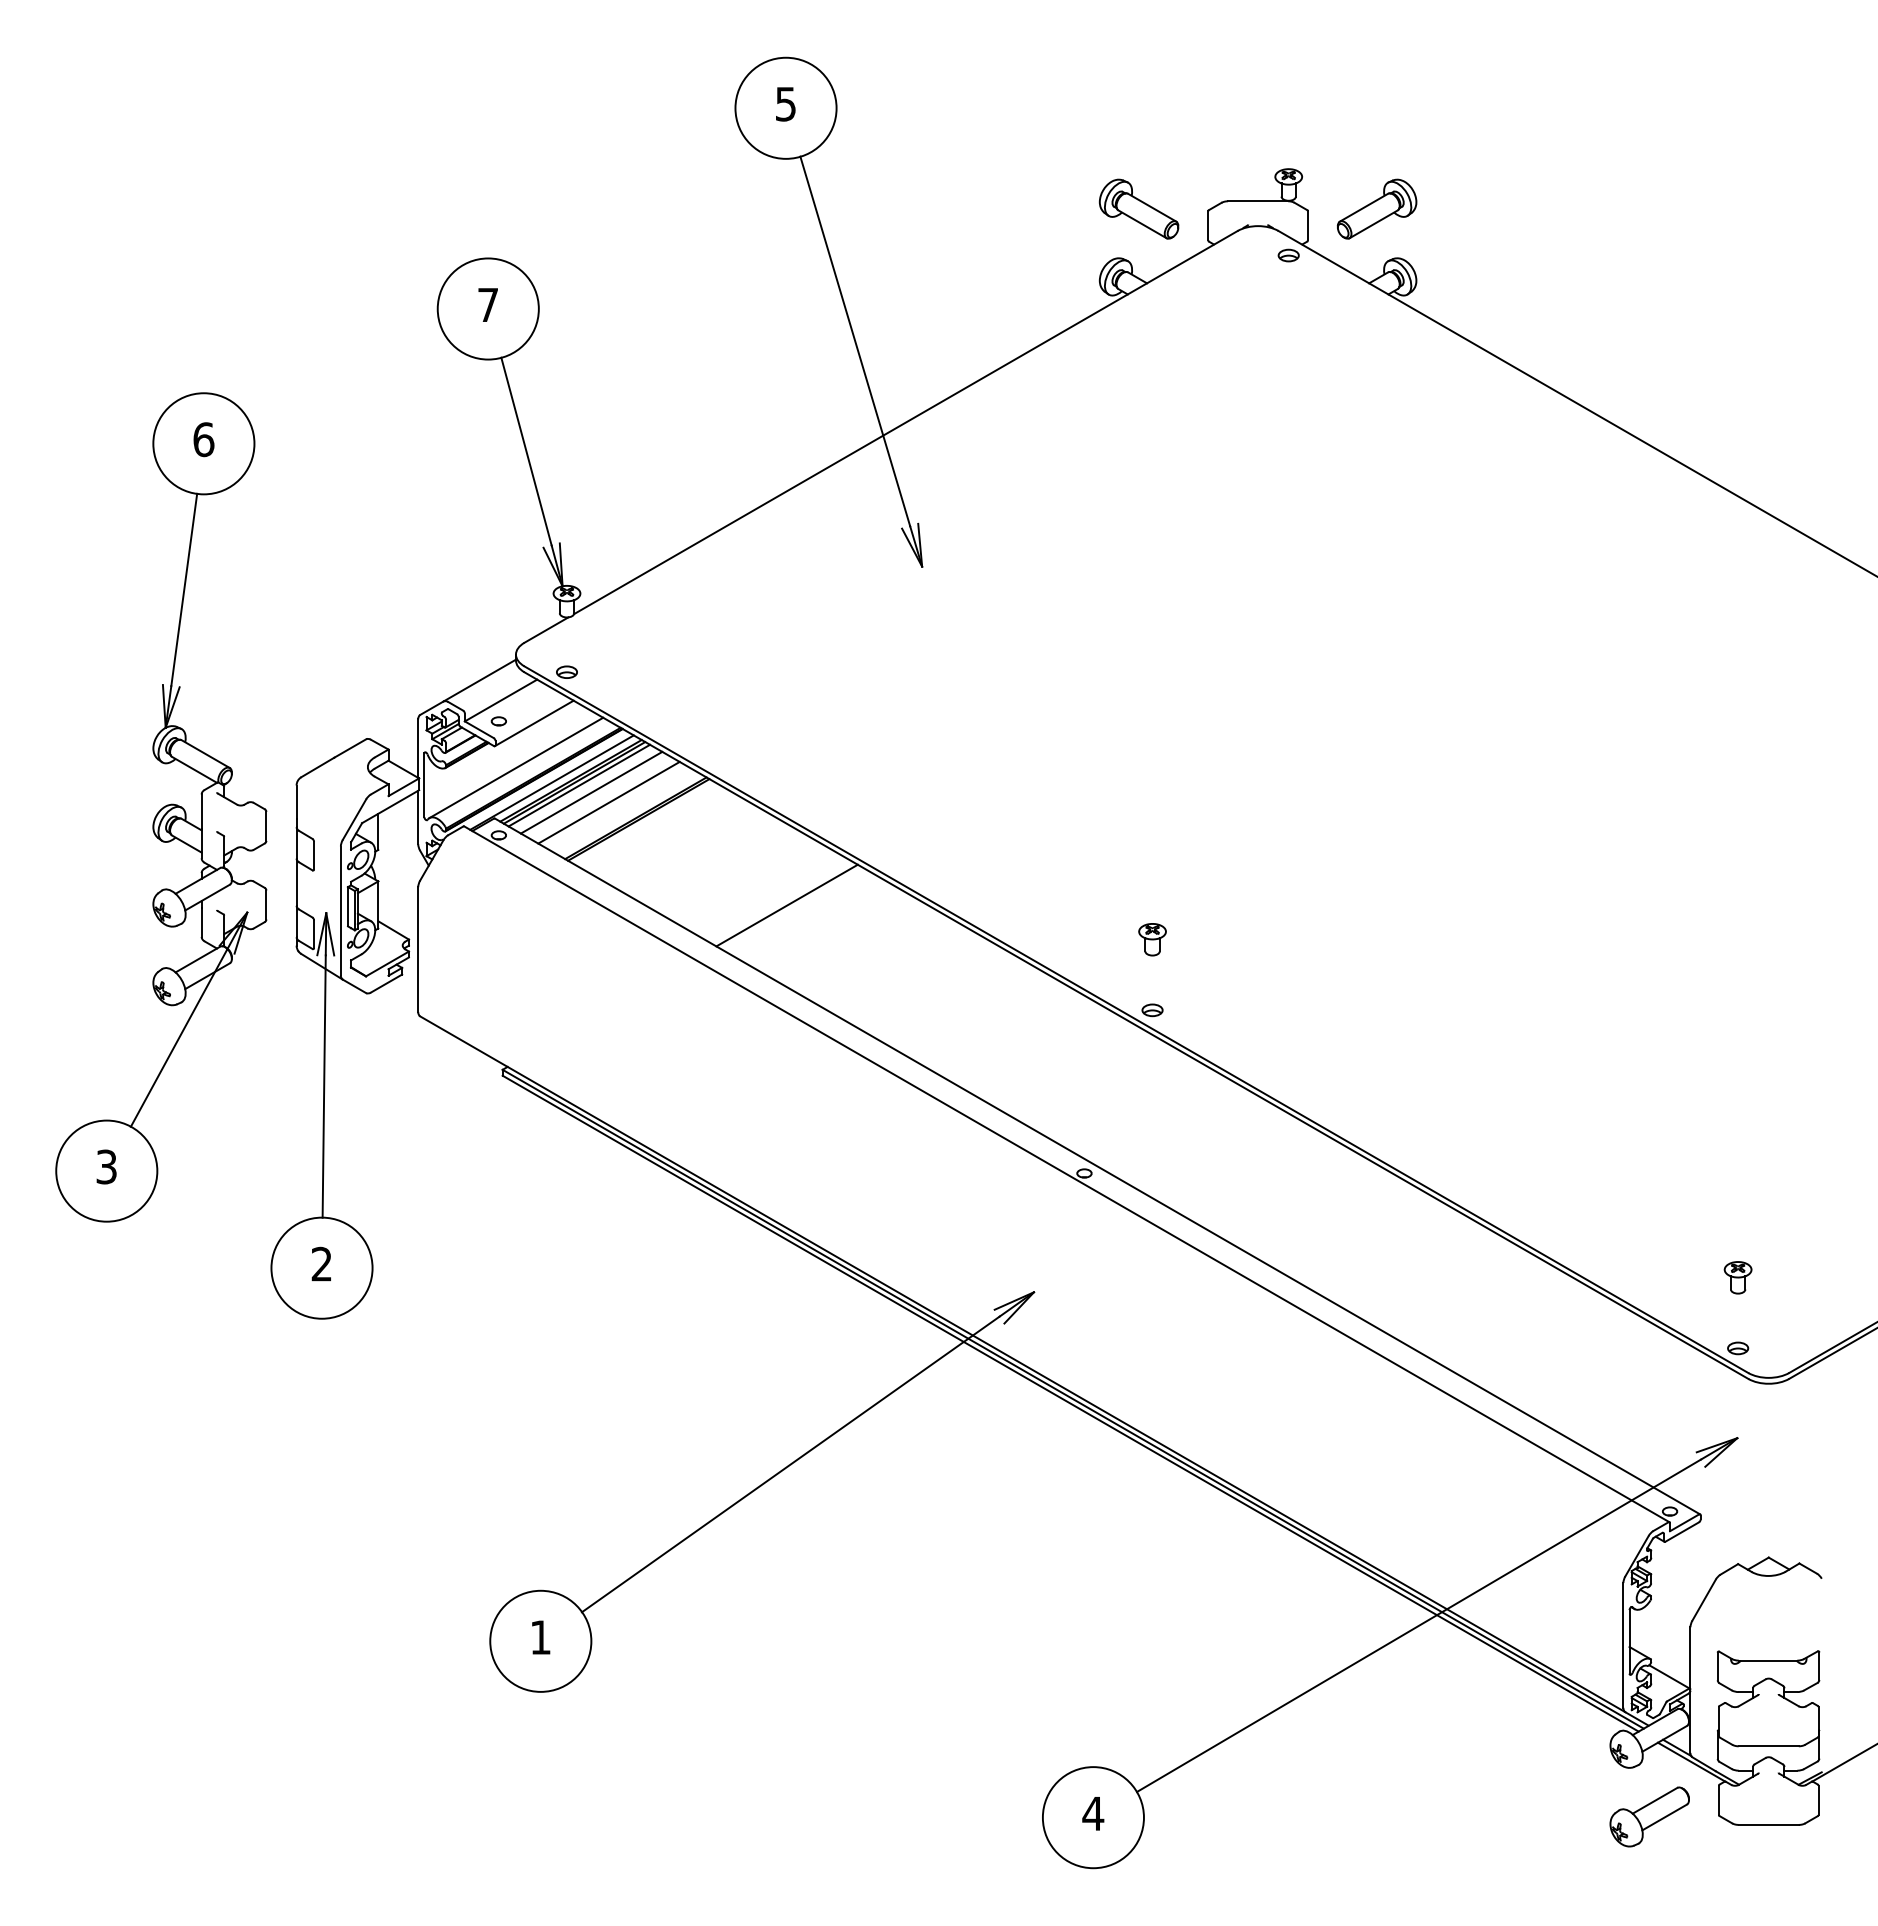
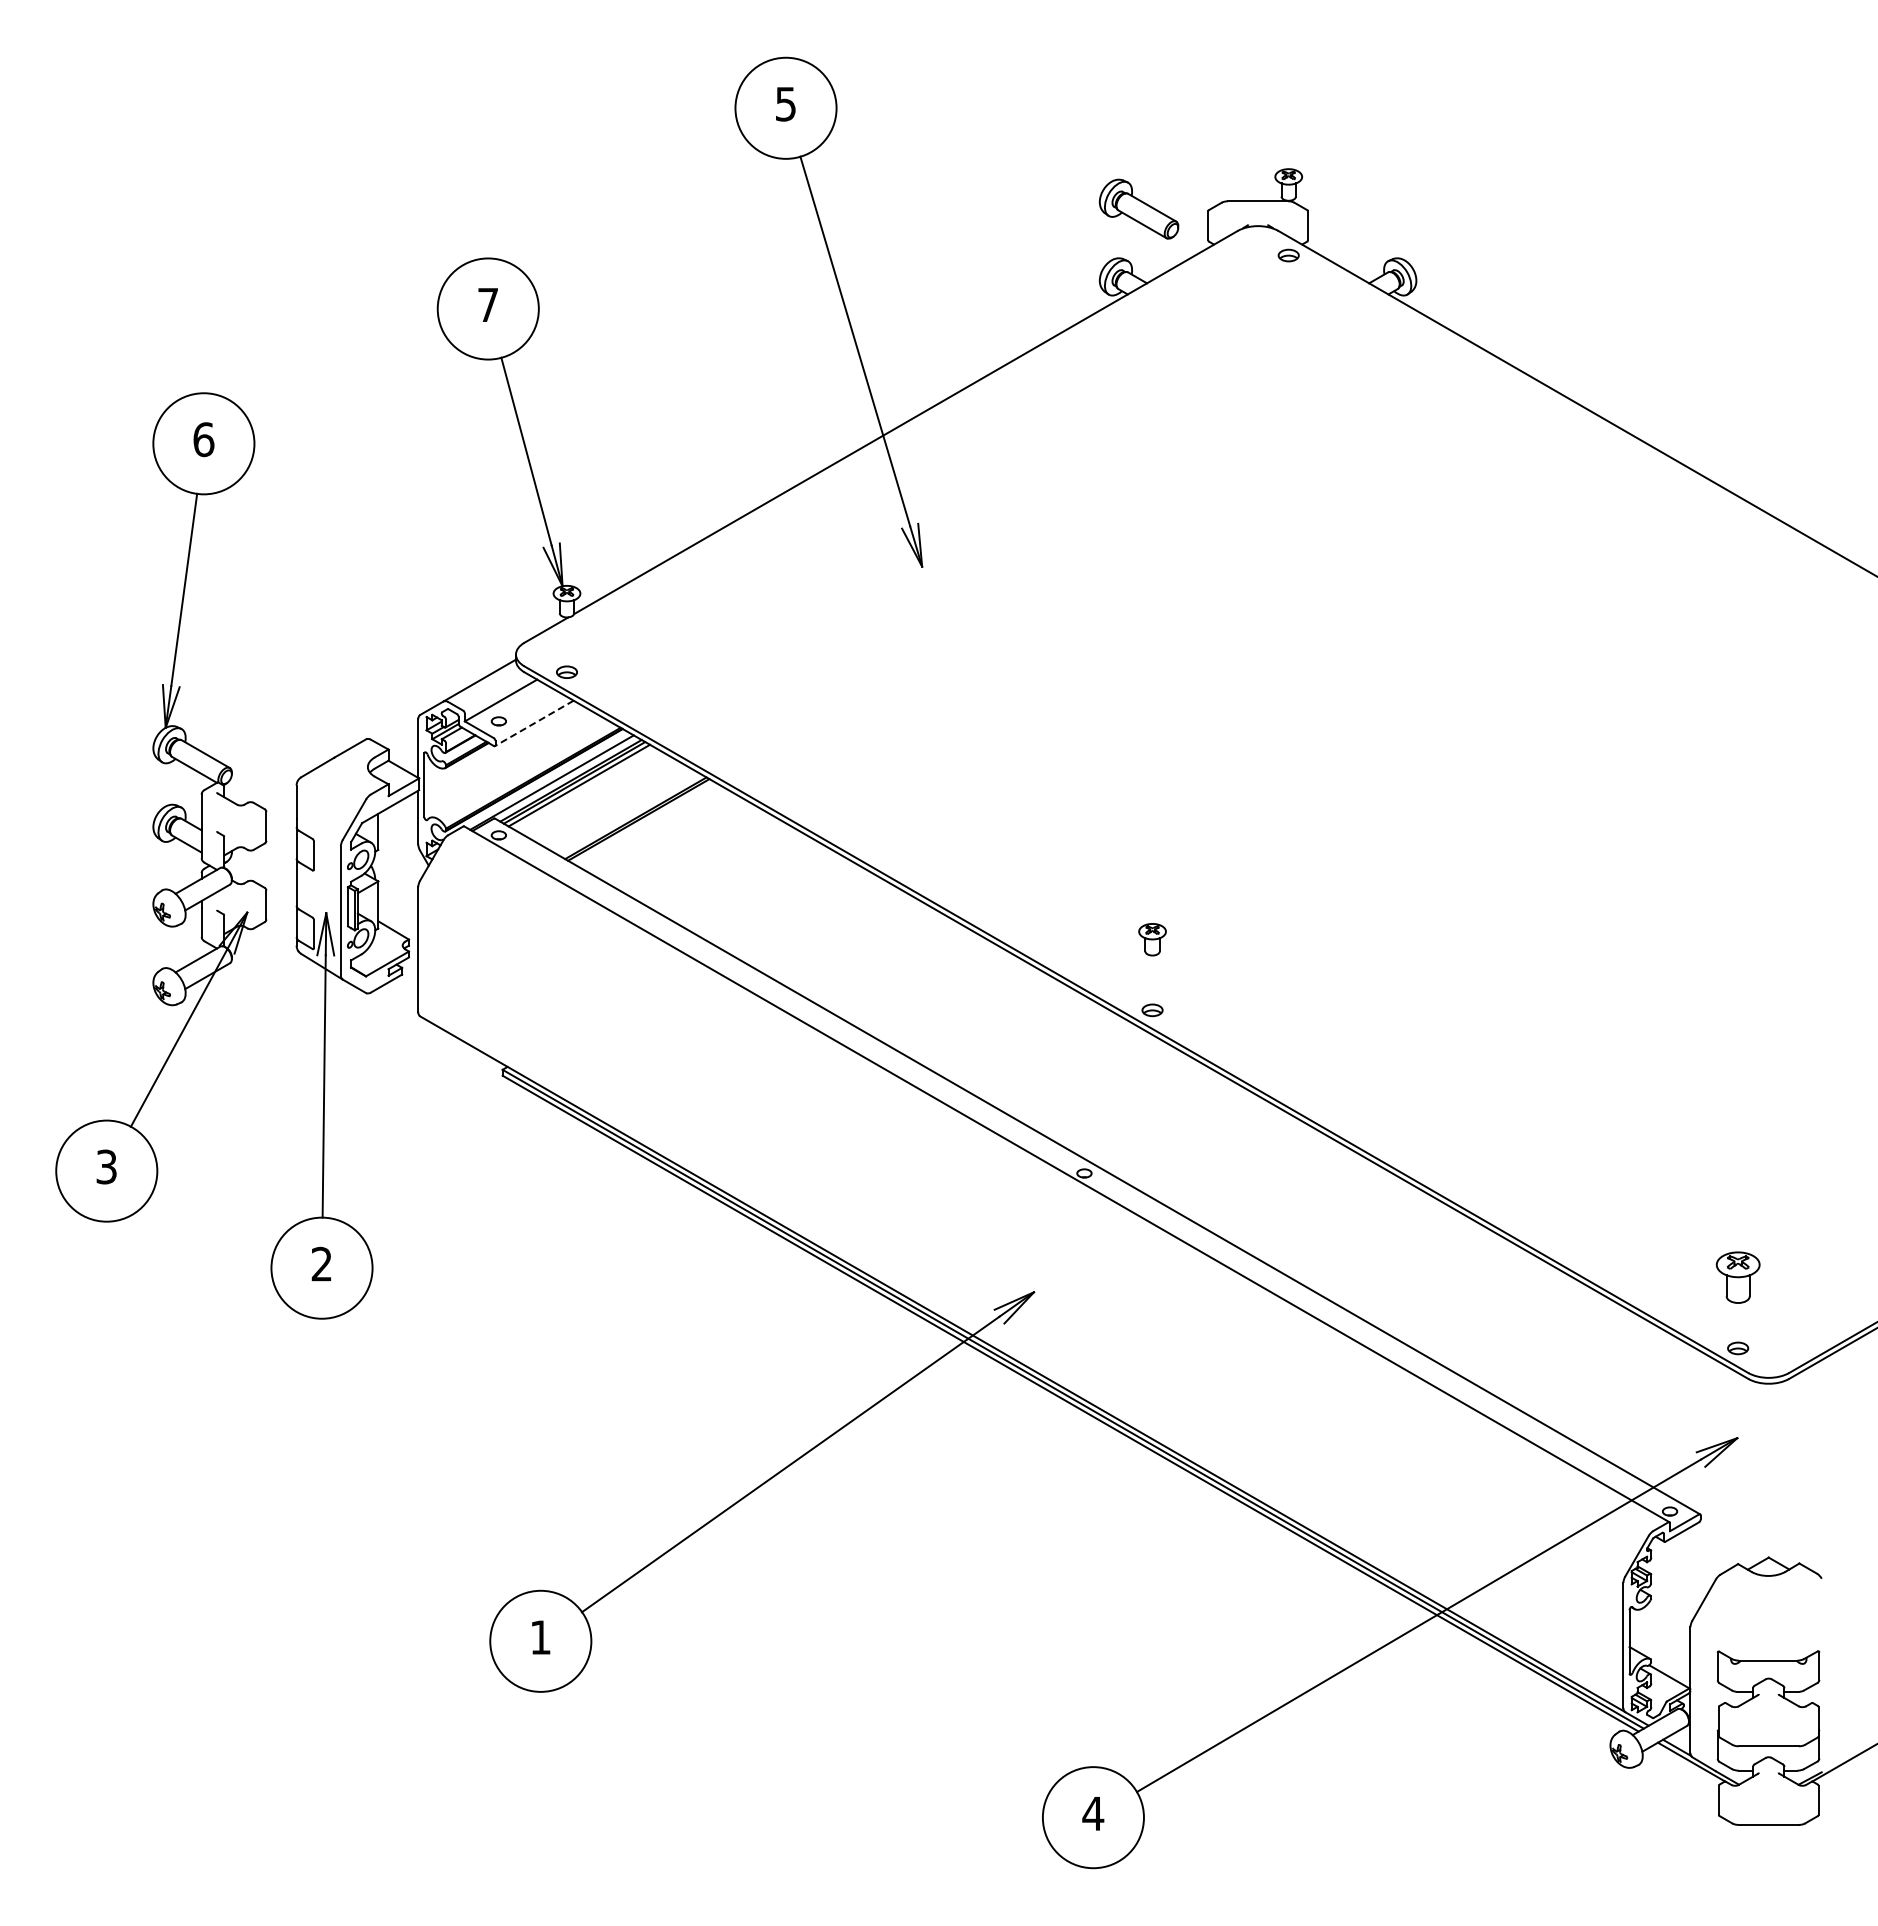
part at (1376, 208): present -> none
line at (533, 723): solid -> dashed
line at (516, 767): present -> none
line at (591, 792): present -> none
line at (608, 802): present -> none
line at (786, 905): present -> none
part at (1737, 1277) size: 30x34 px -> 46x53 px
part at (1649, 1816): present -> none
